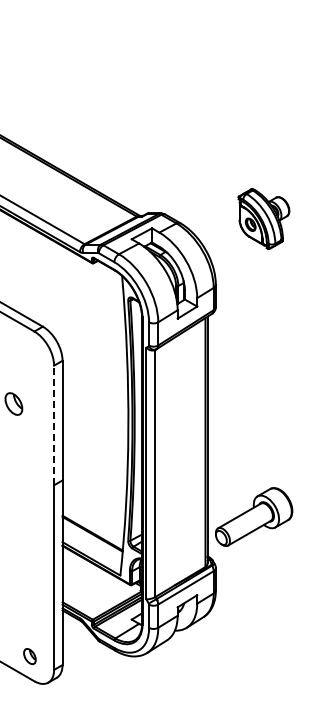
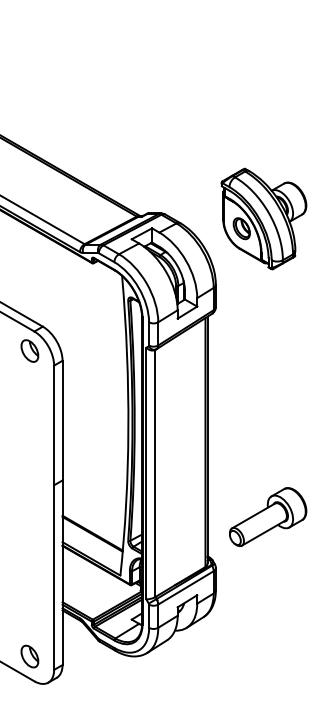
part at (263, 218) size: 54x63 px -> 88x104 px
part at (13, 403) position: (13, 403) -> (29, 350)
line at (54, 425): dashed -> solid
part at (254, 516) position: (254, 516) -> (268, 516)
part at (29, 656) size: 14x17 px -> 20x25 px
